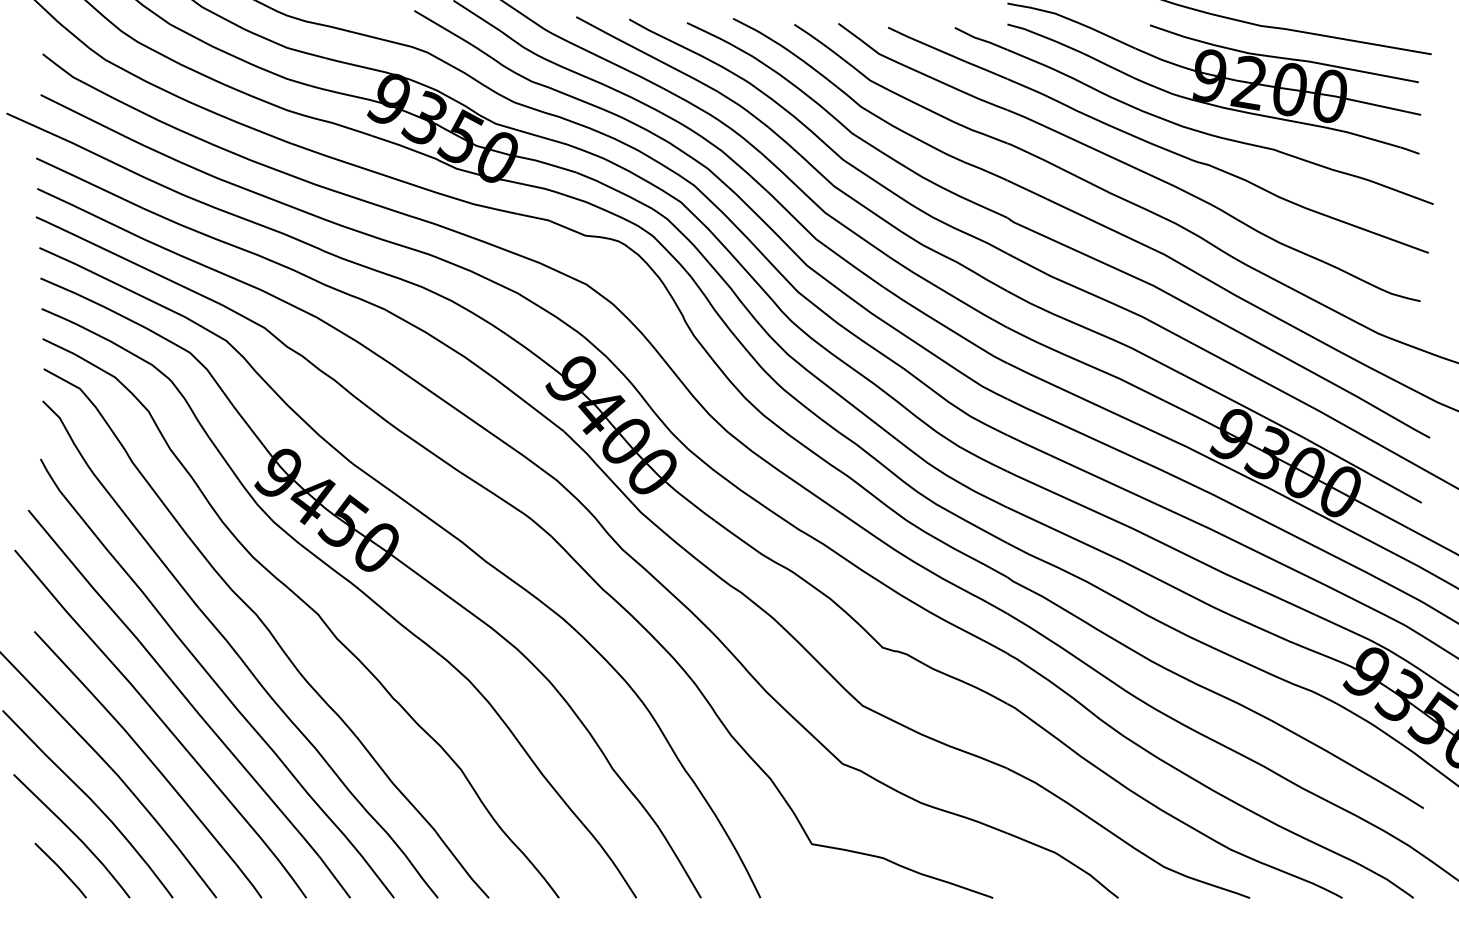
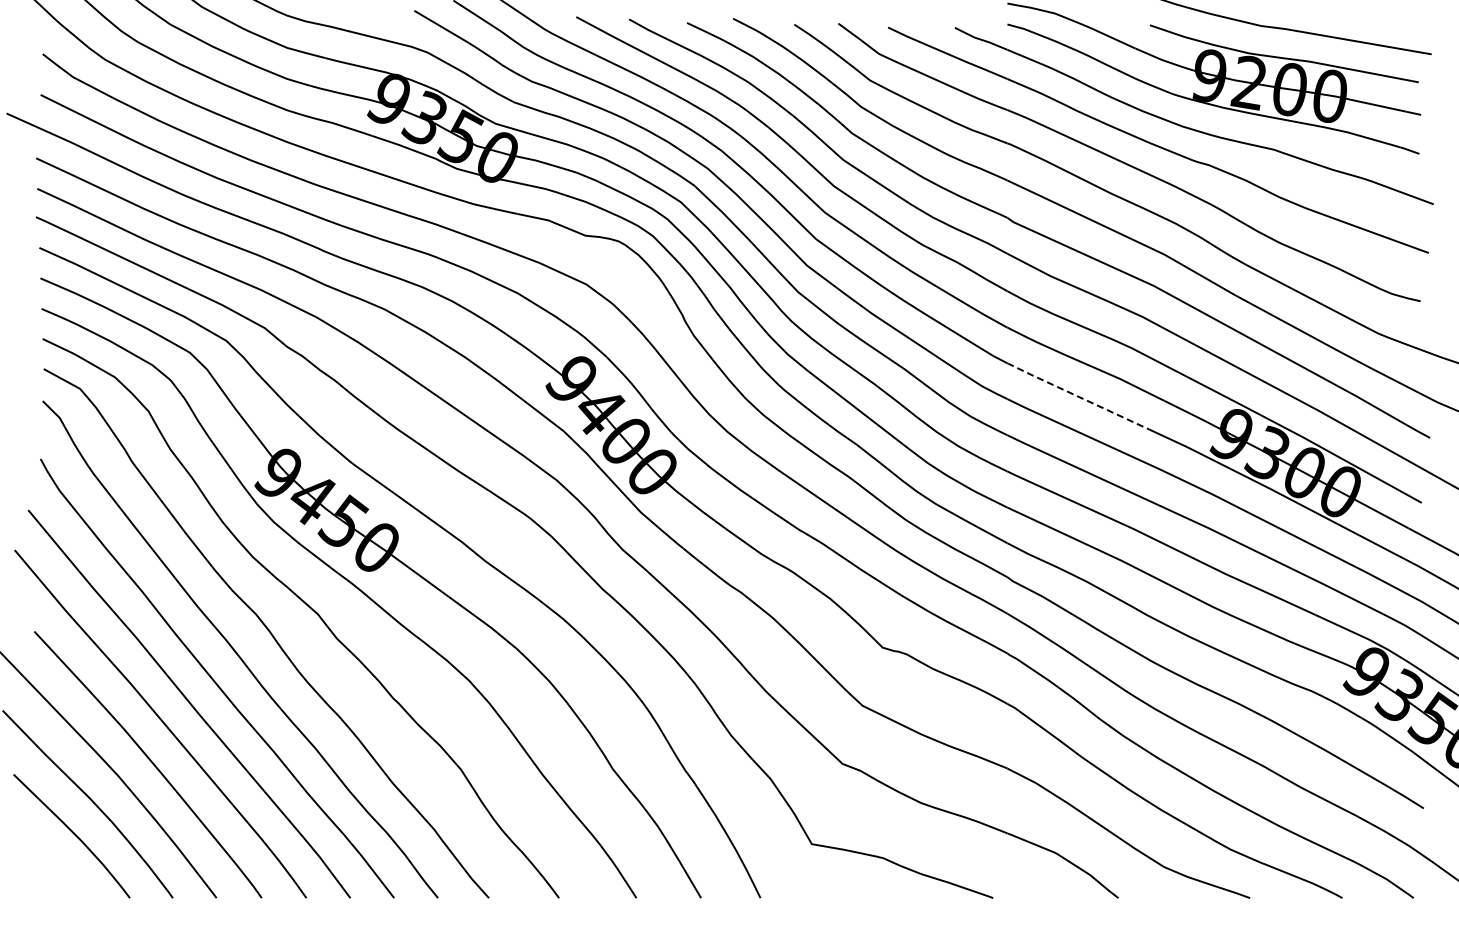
line at (1077, 396): solid -> dashed
line at (60, 870): present -> none
